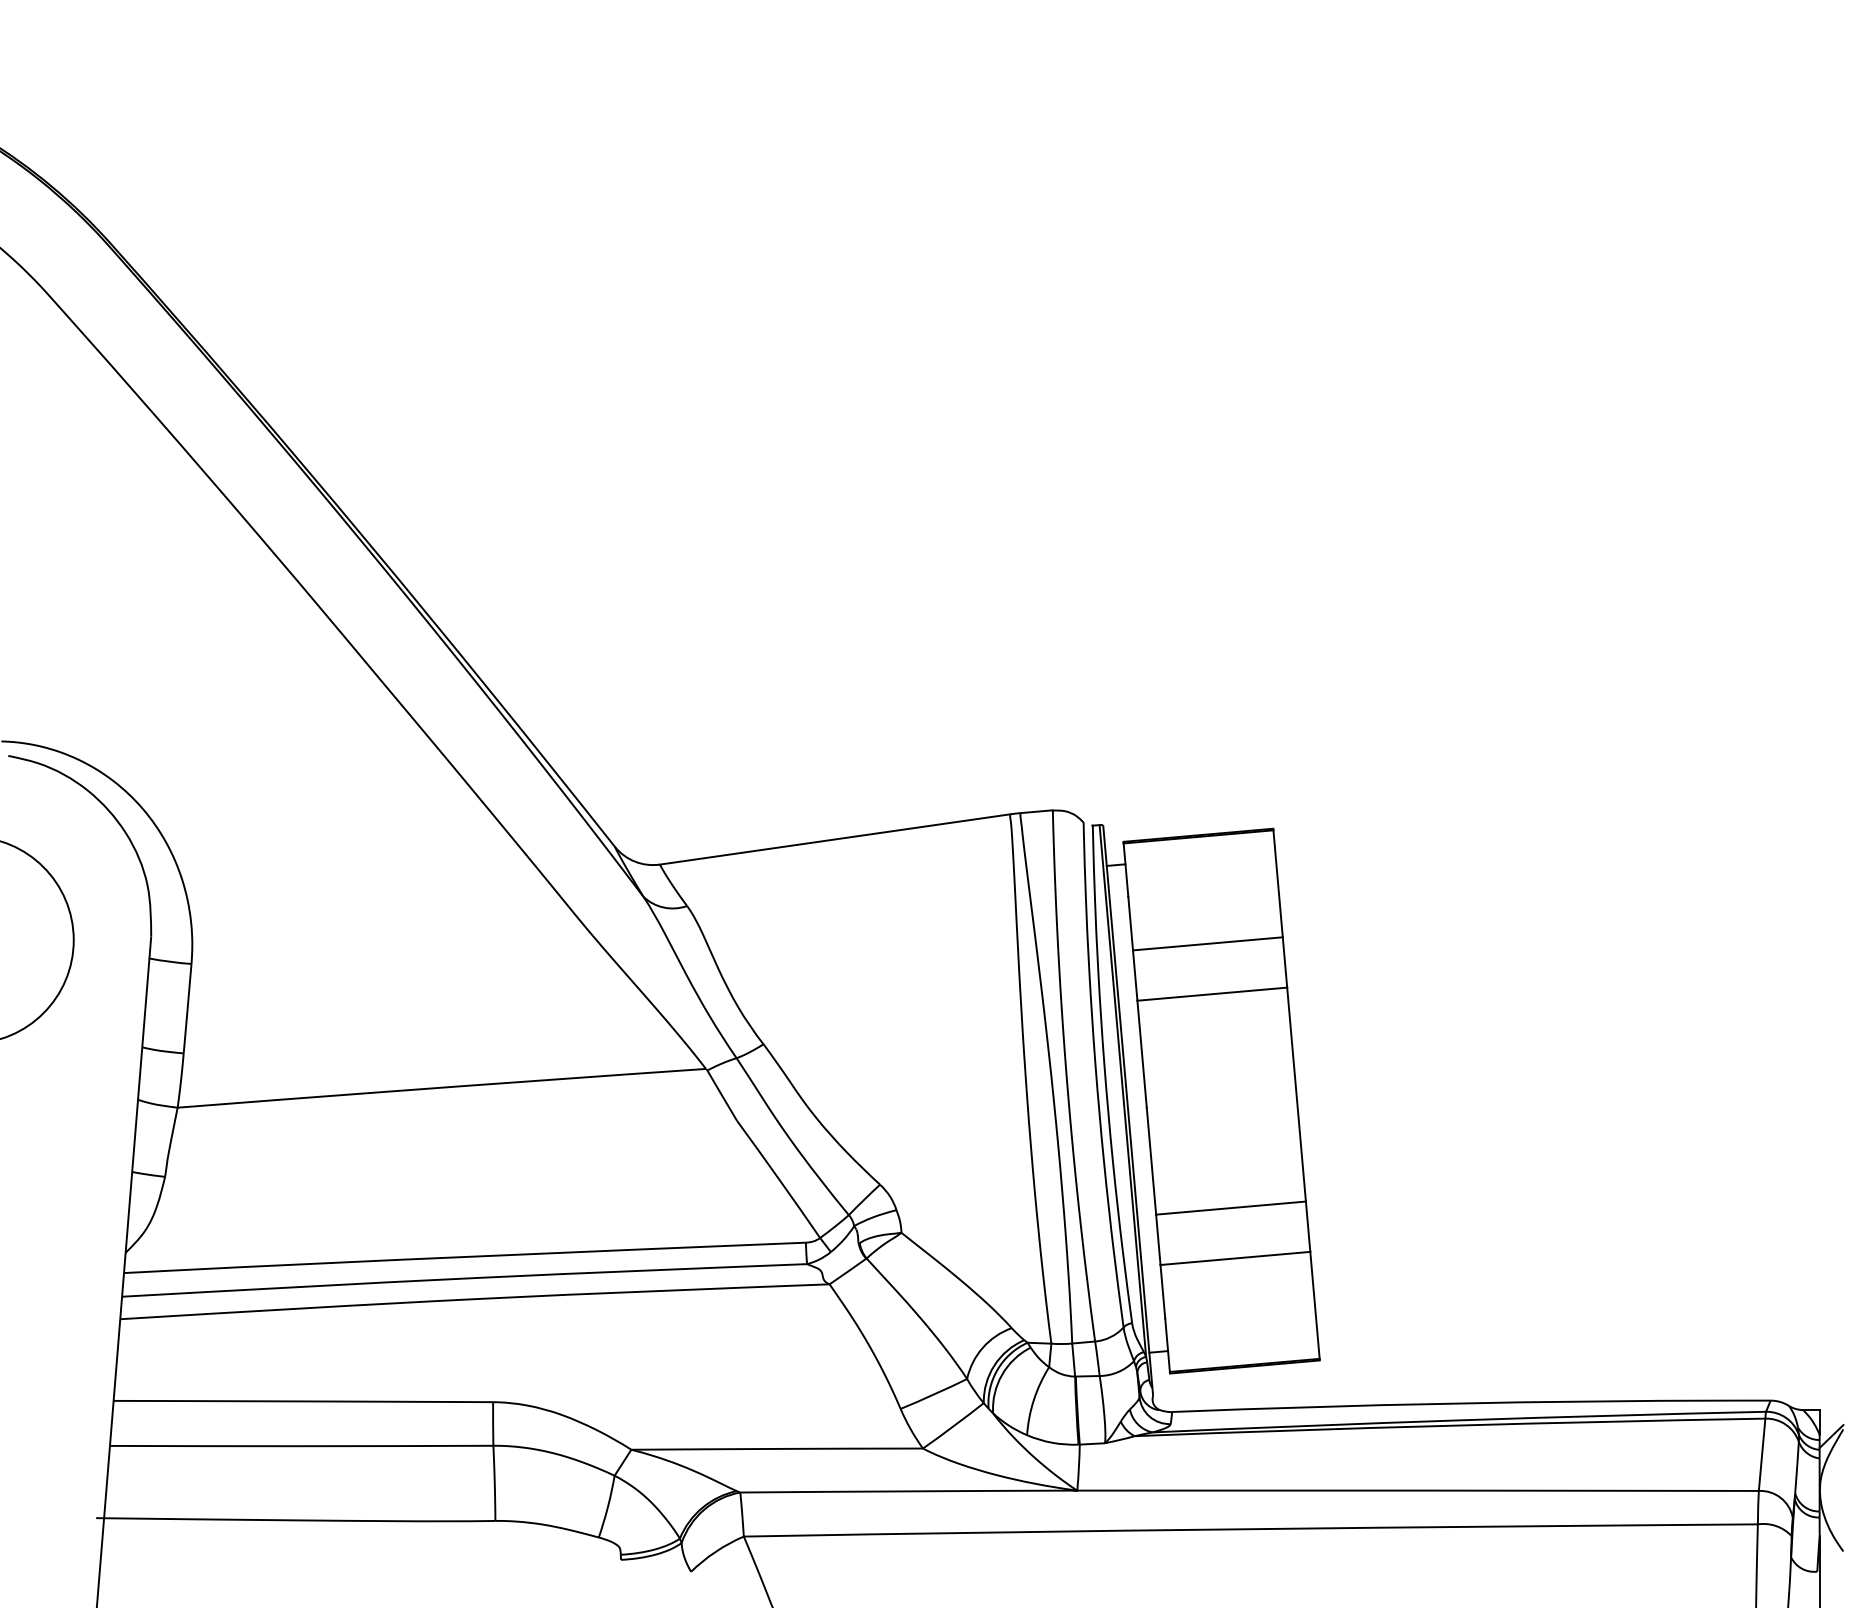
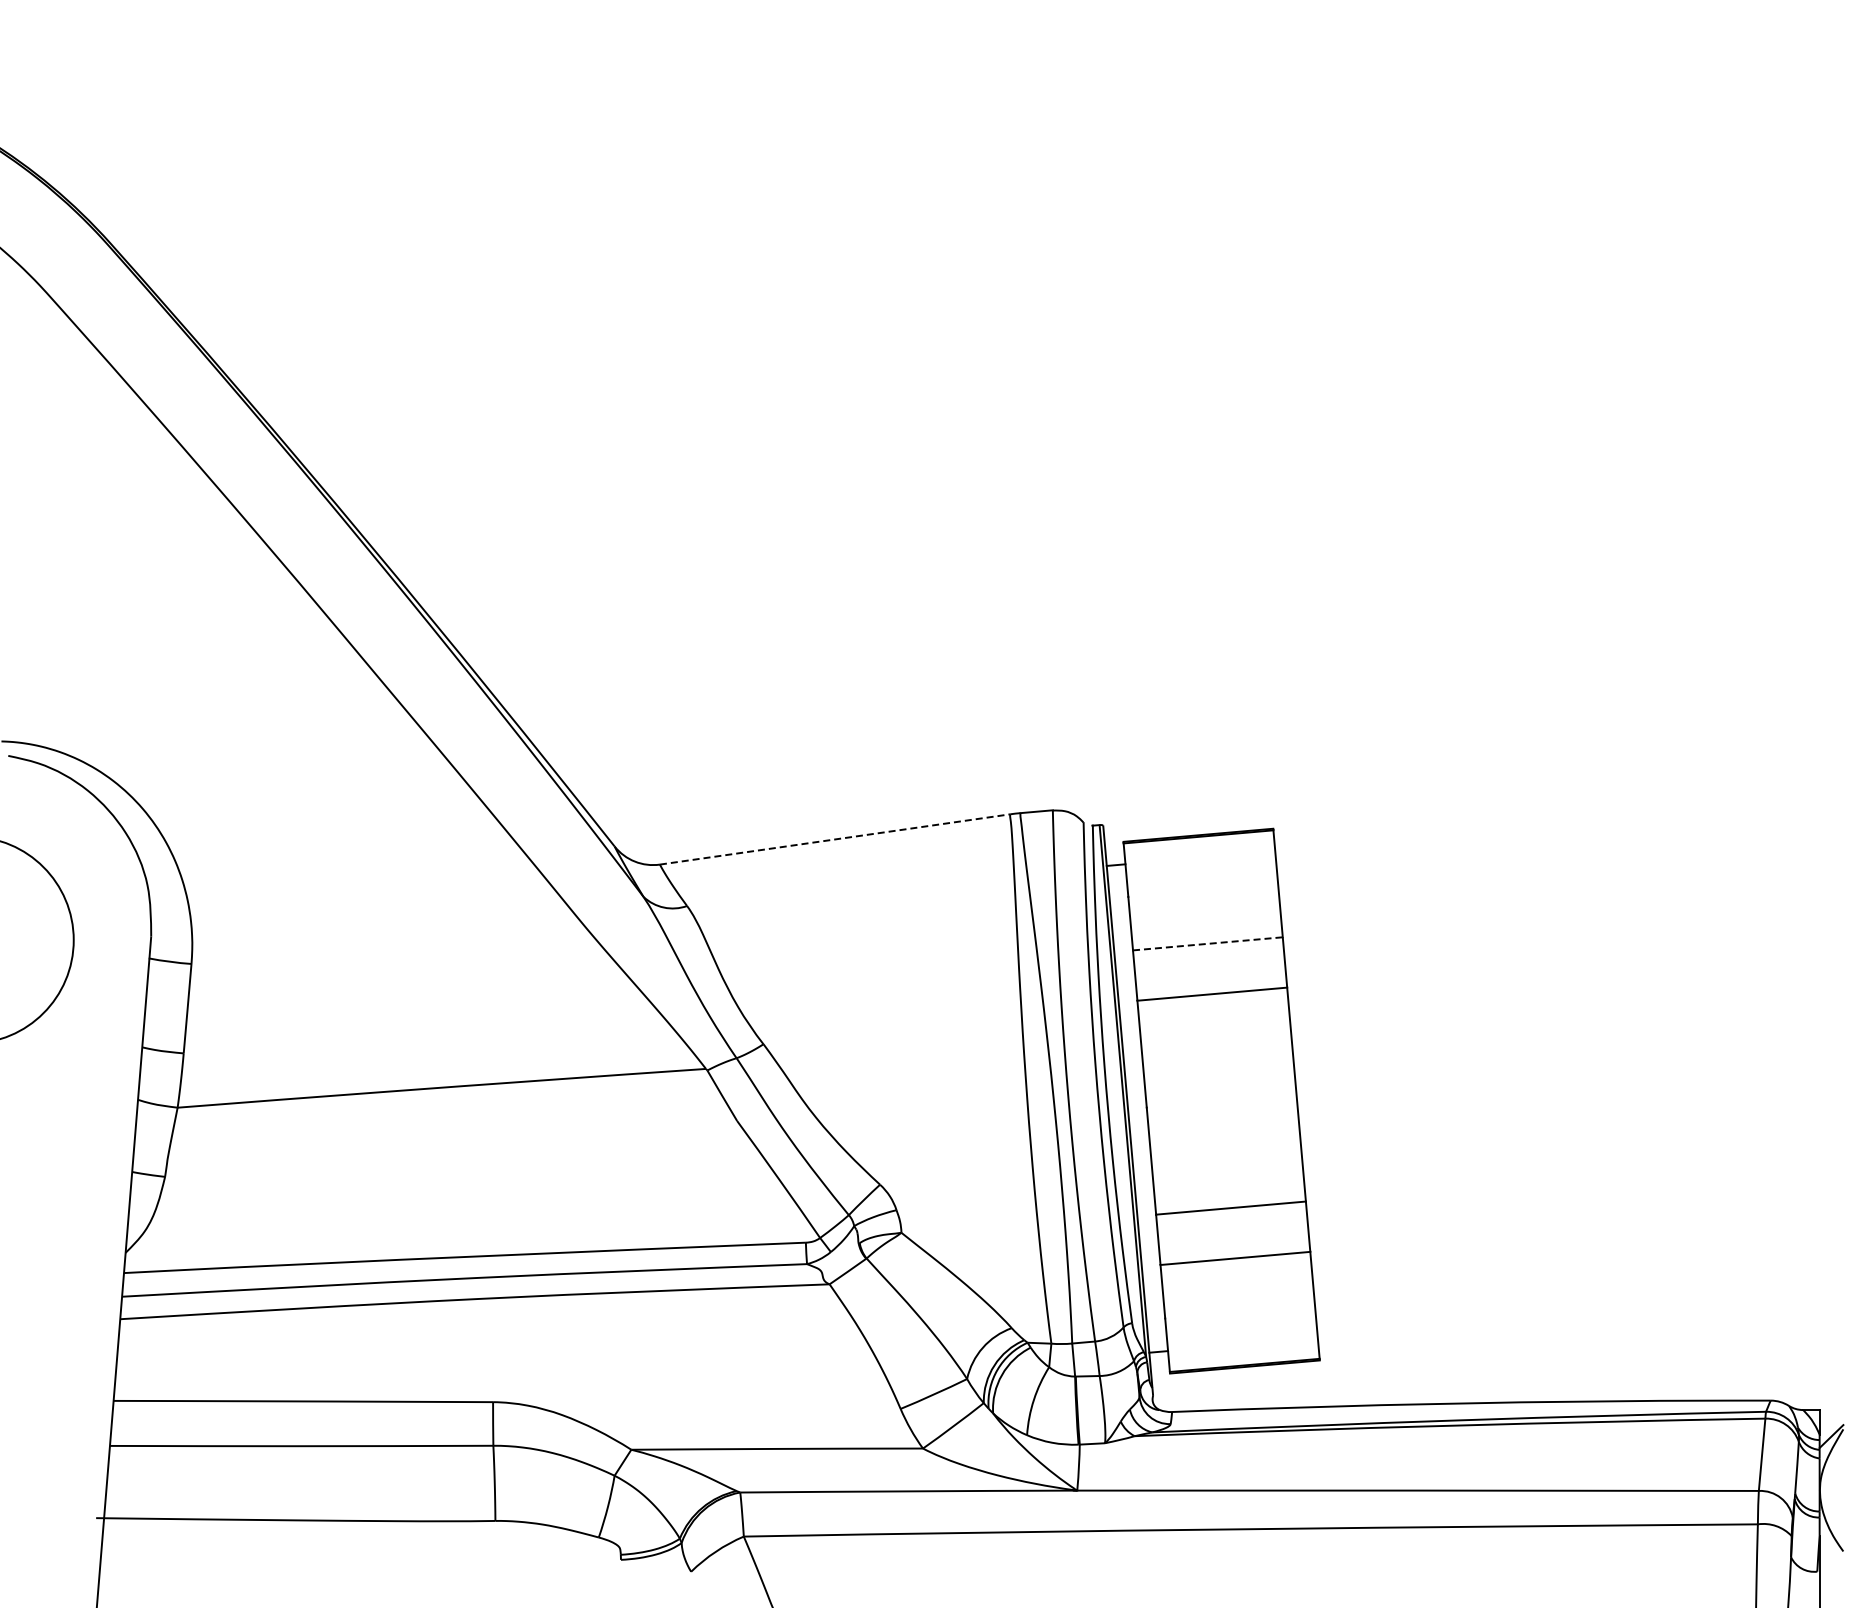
line at (835, 839): solid -> dashed
line at (1208, 943): solid -> dashed
